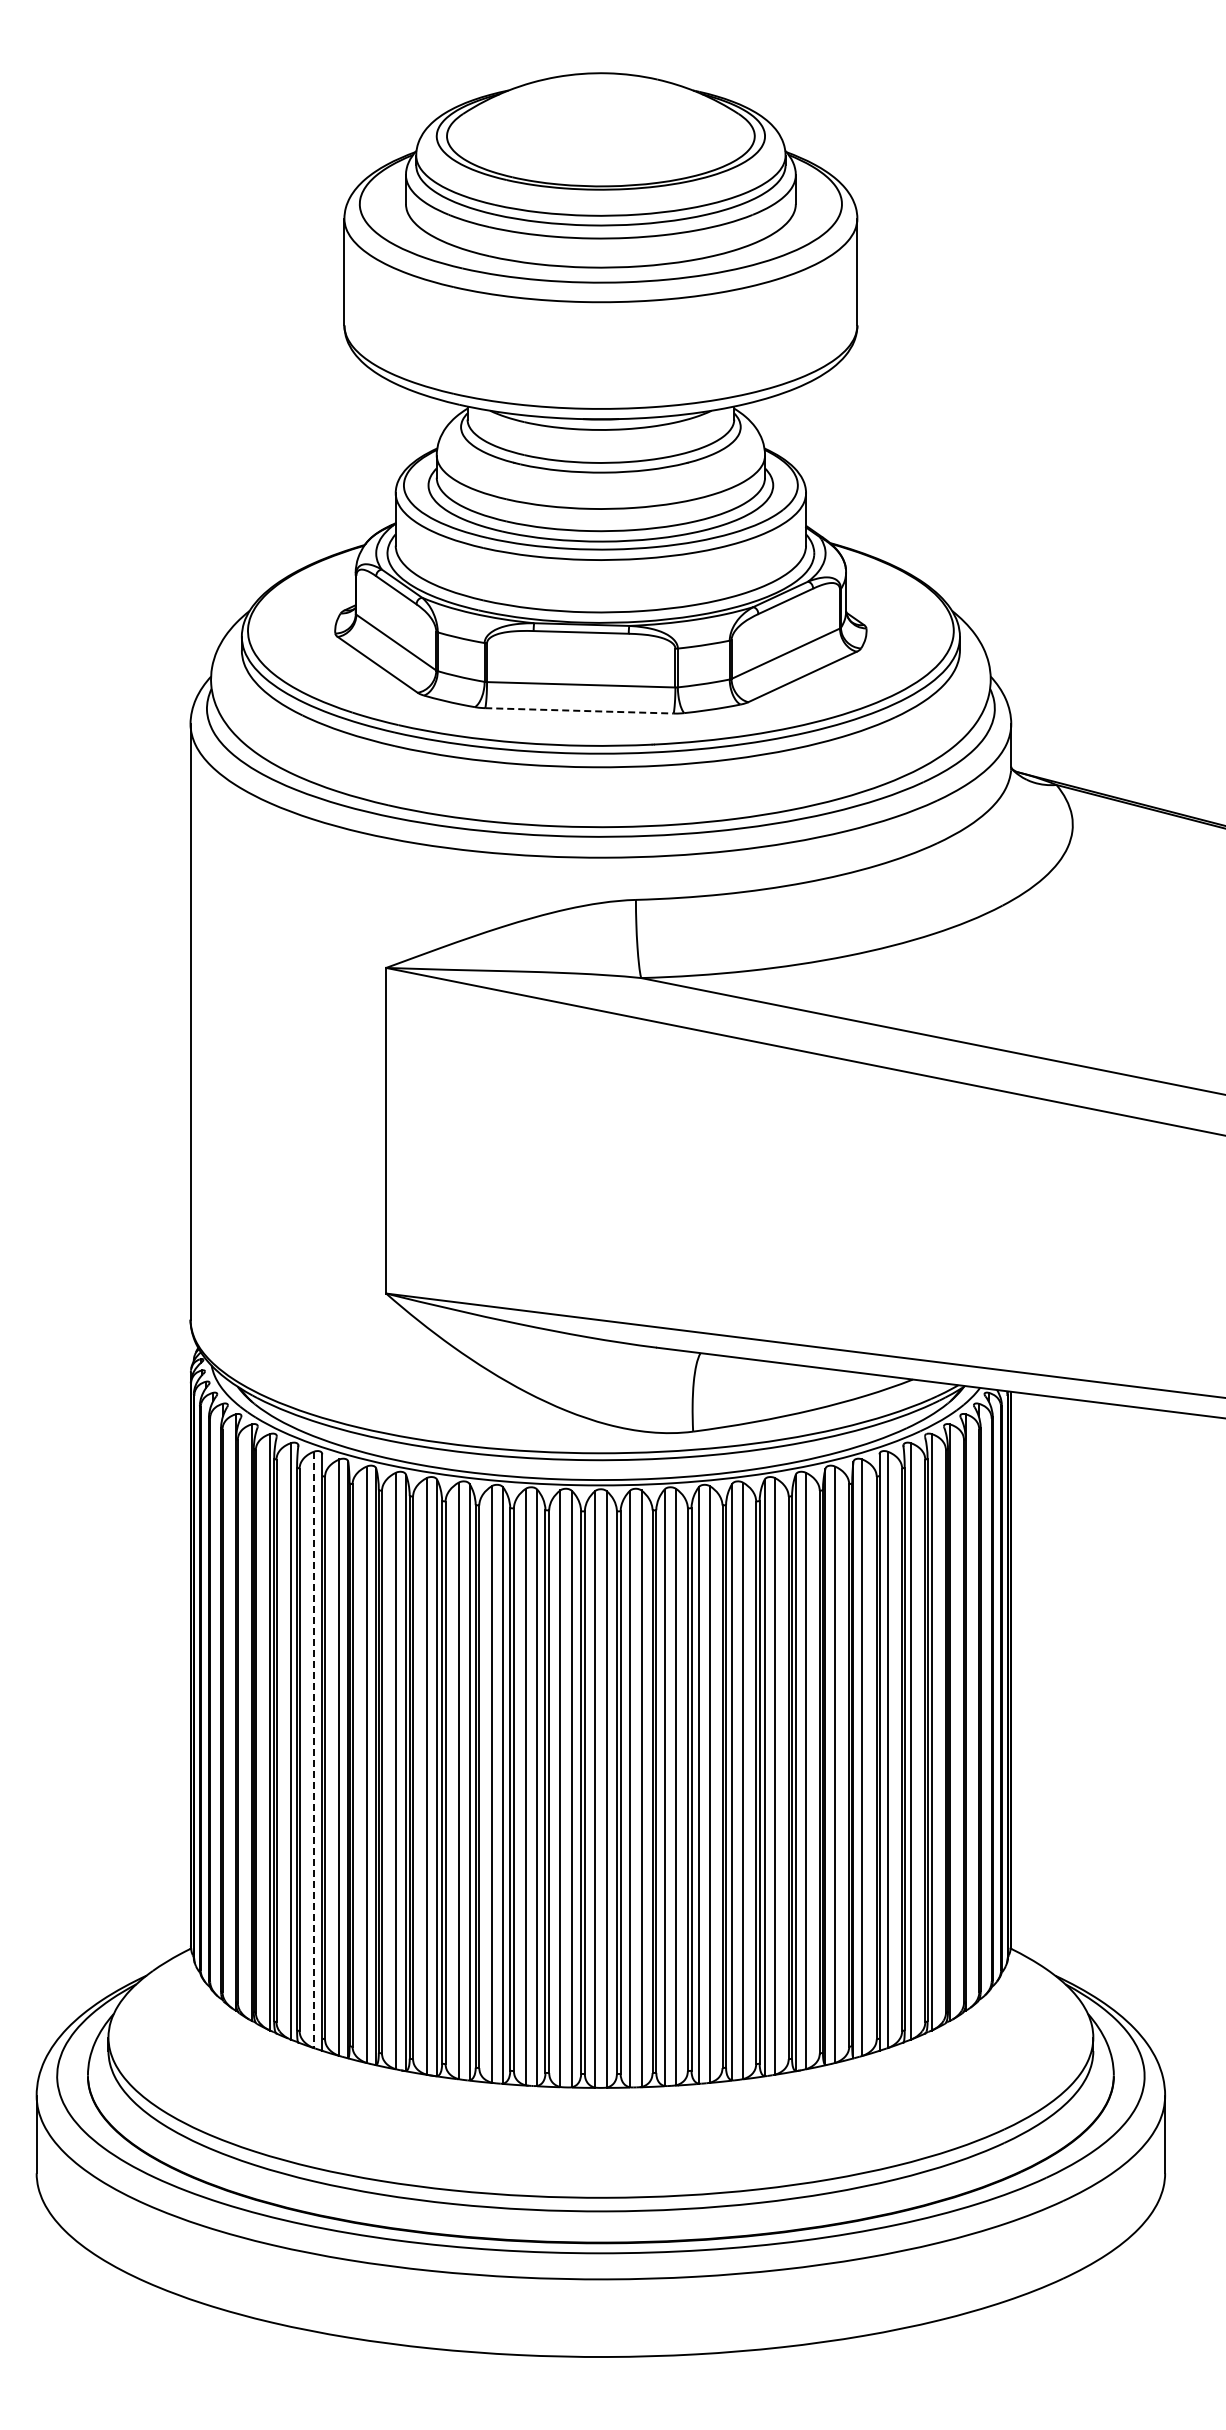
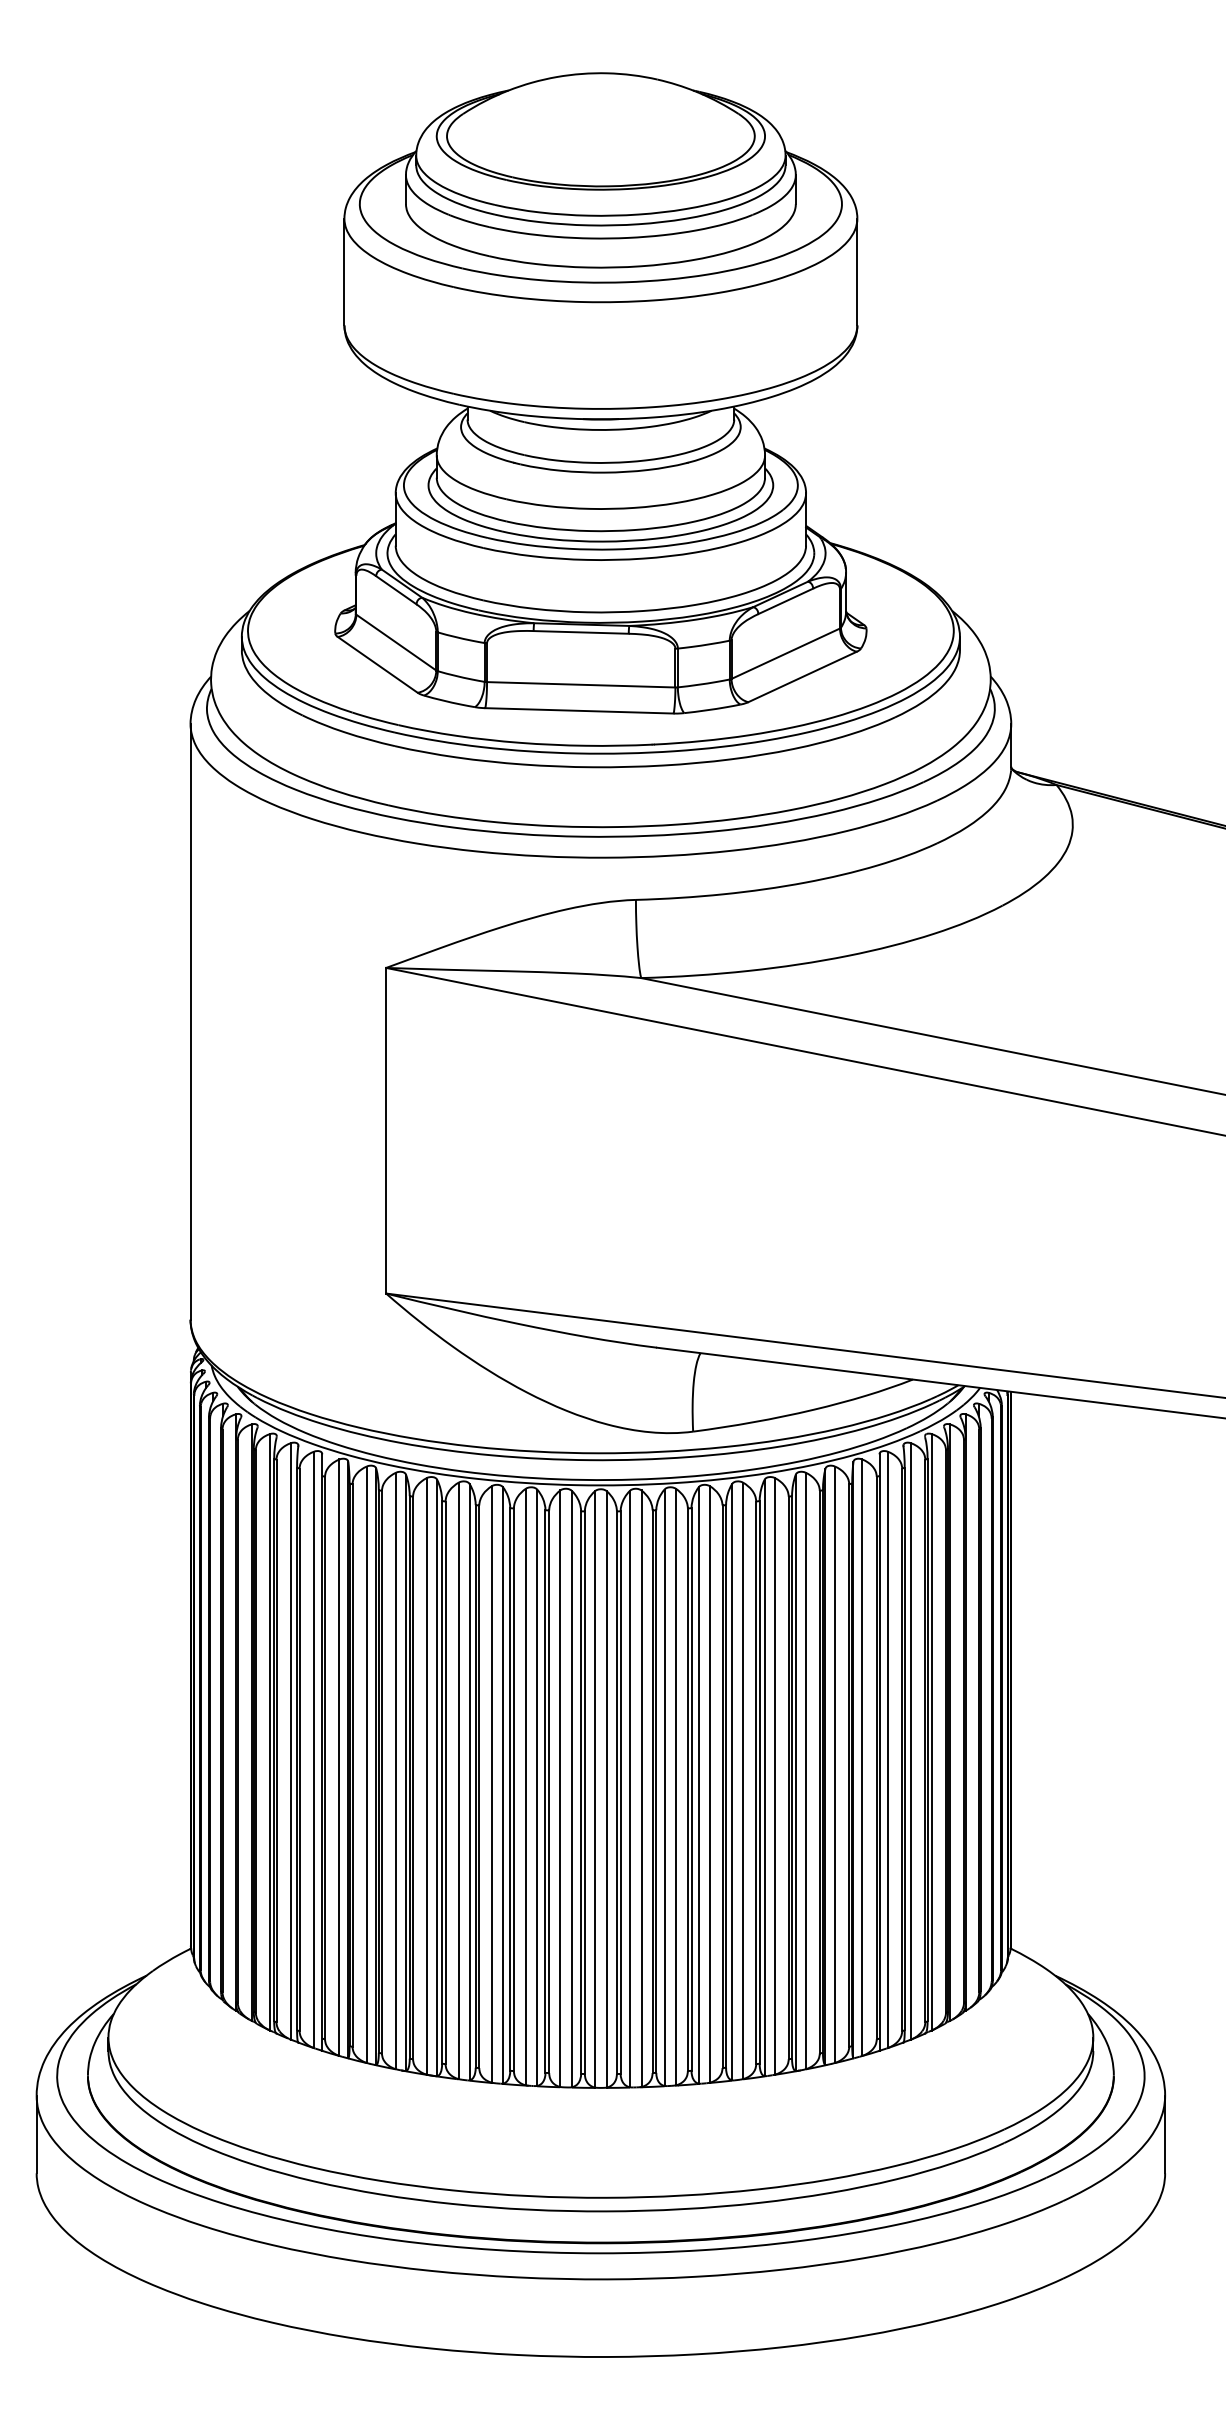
line at (579, 710): dashed -> solid
line at (314, 1750): dashed -> solid
